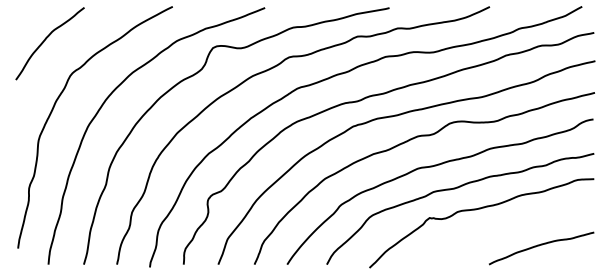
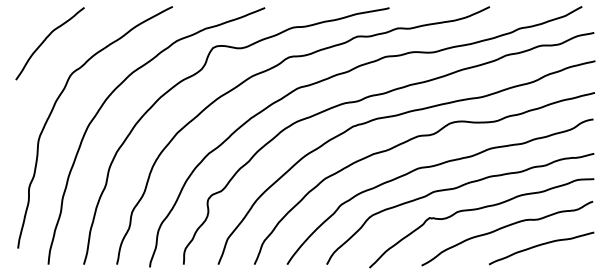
curve at (506, 227): none -> present
